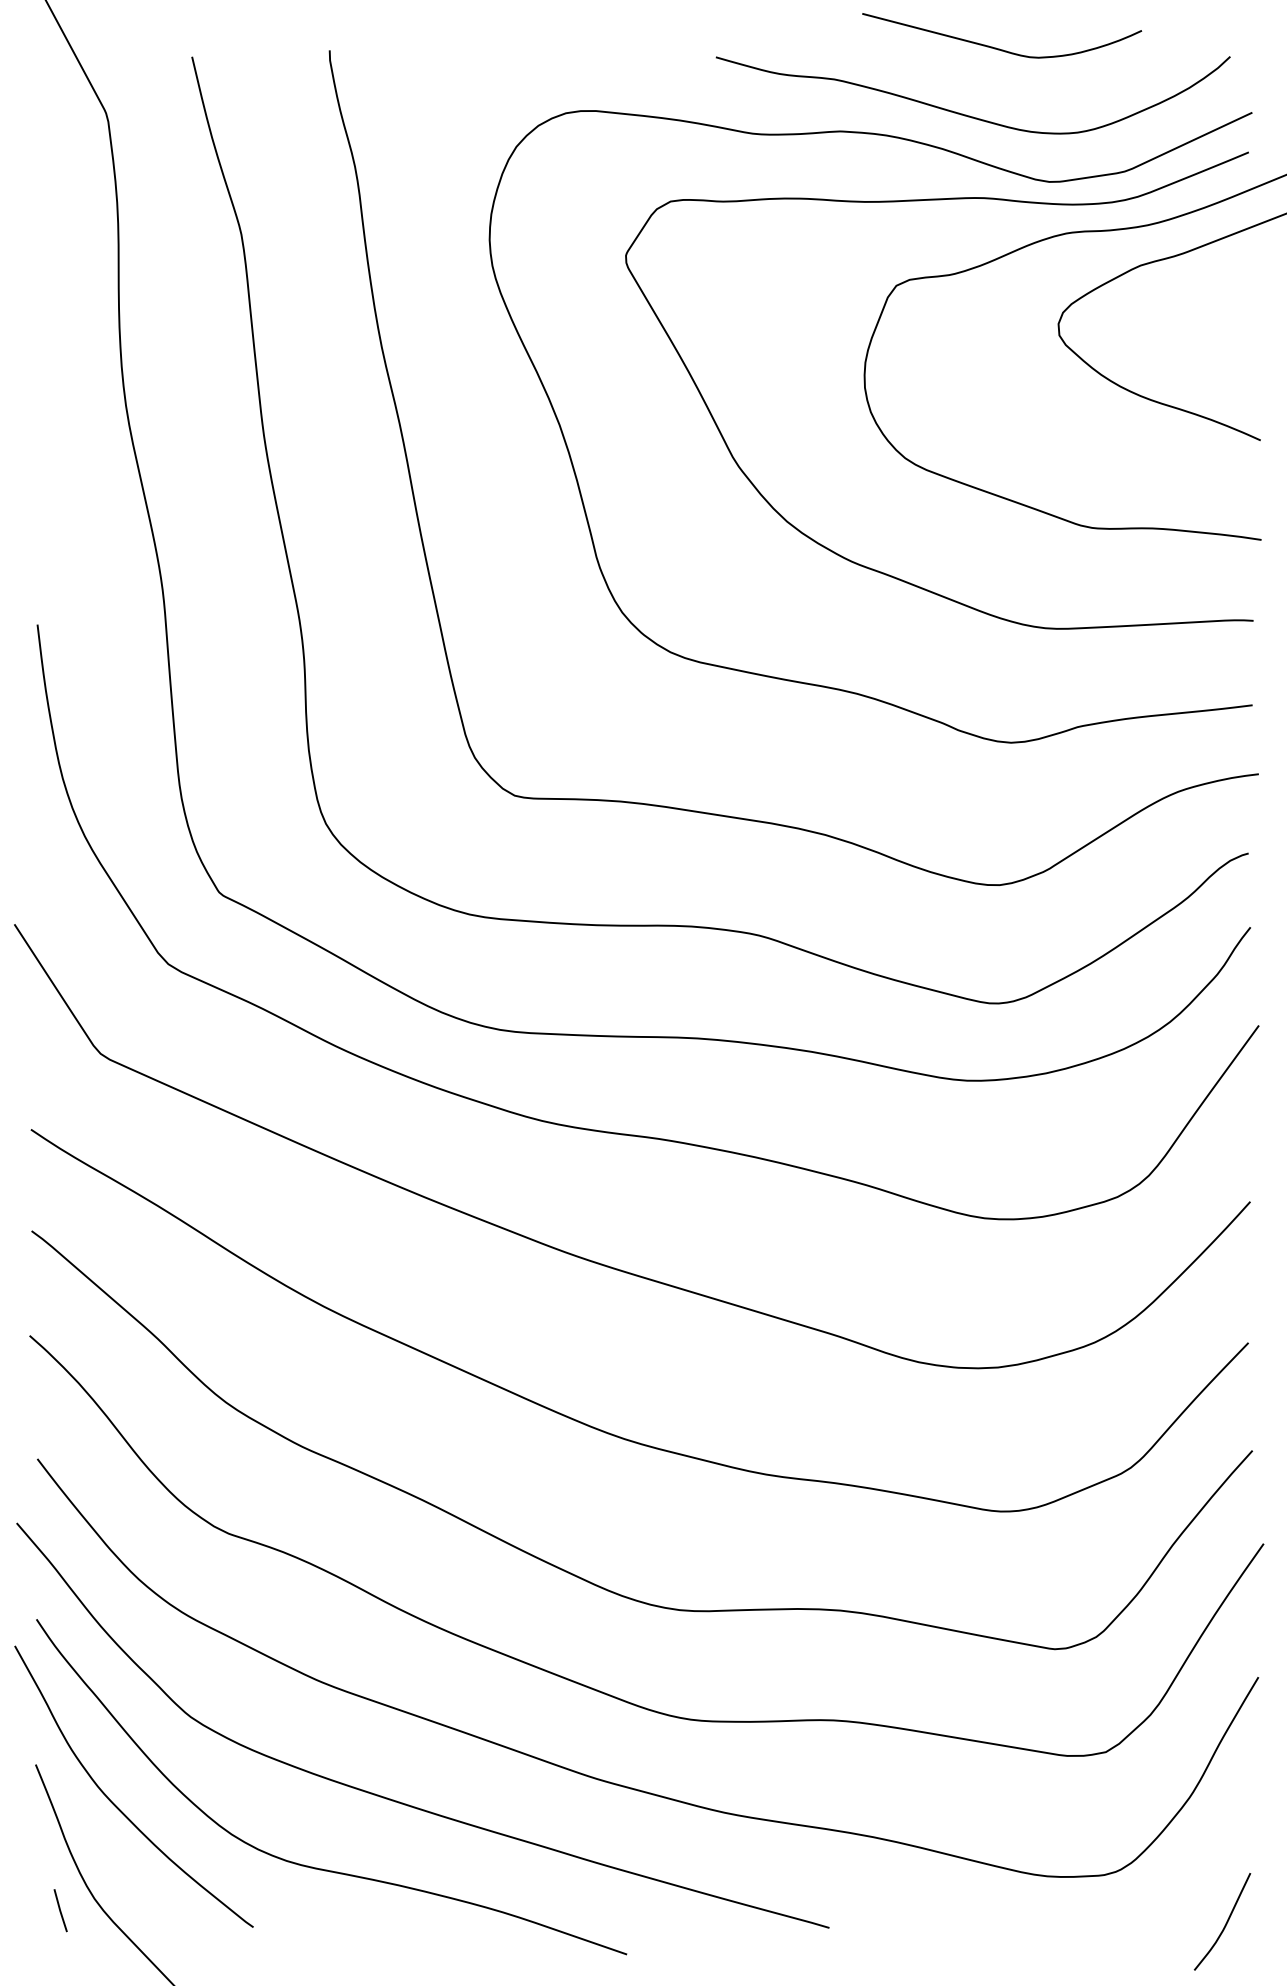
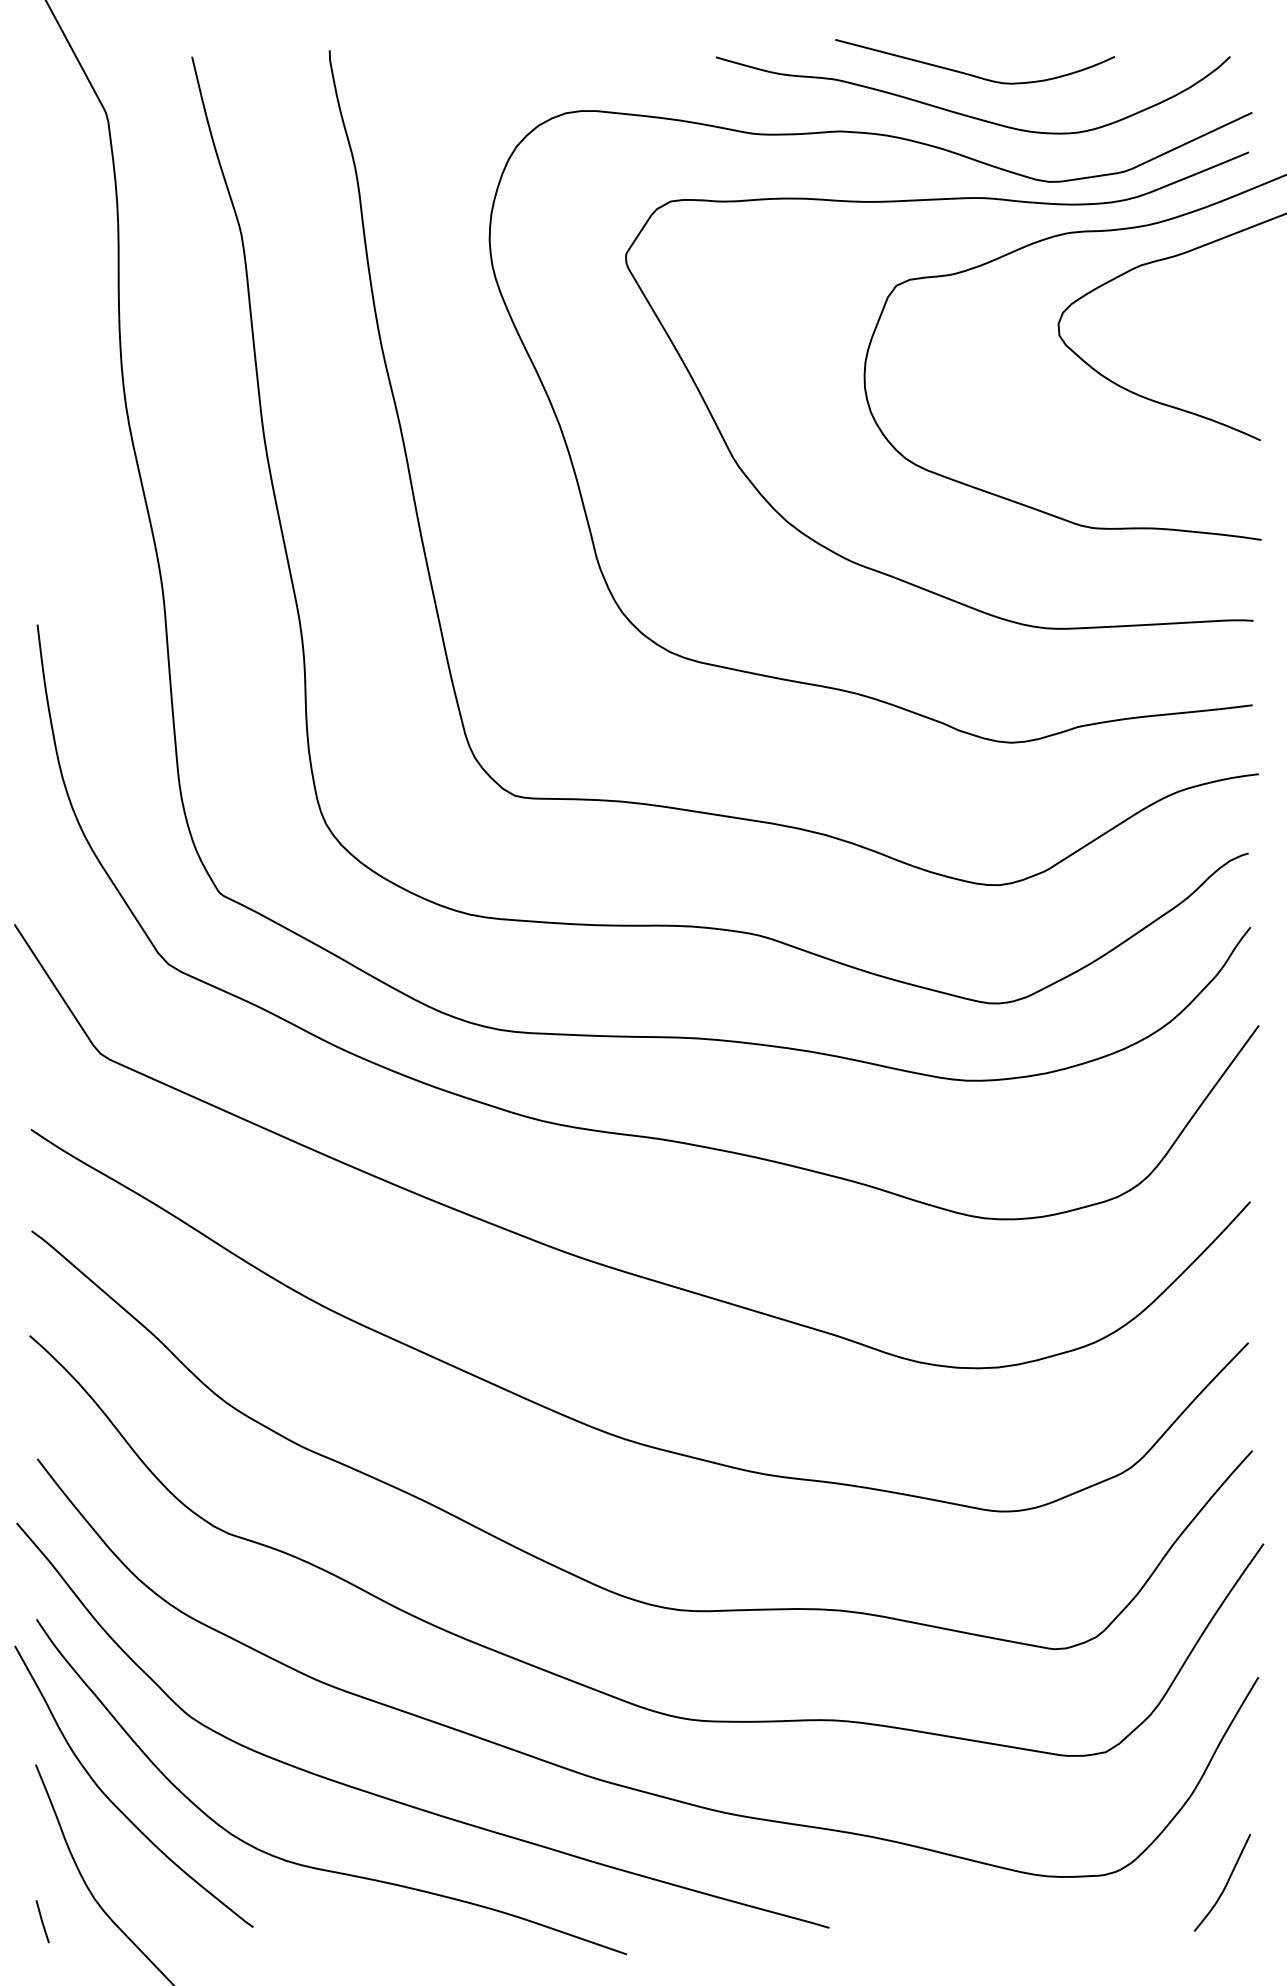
curve at (999, 48) position: (999, 48) -> (972, 74)
line at (60, 1910) position: (60, 1910) -> (42, 1921)
curve at (1225, 1923) position: (1225, 1923) -> (1225, 1884)
